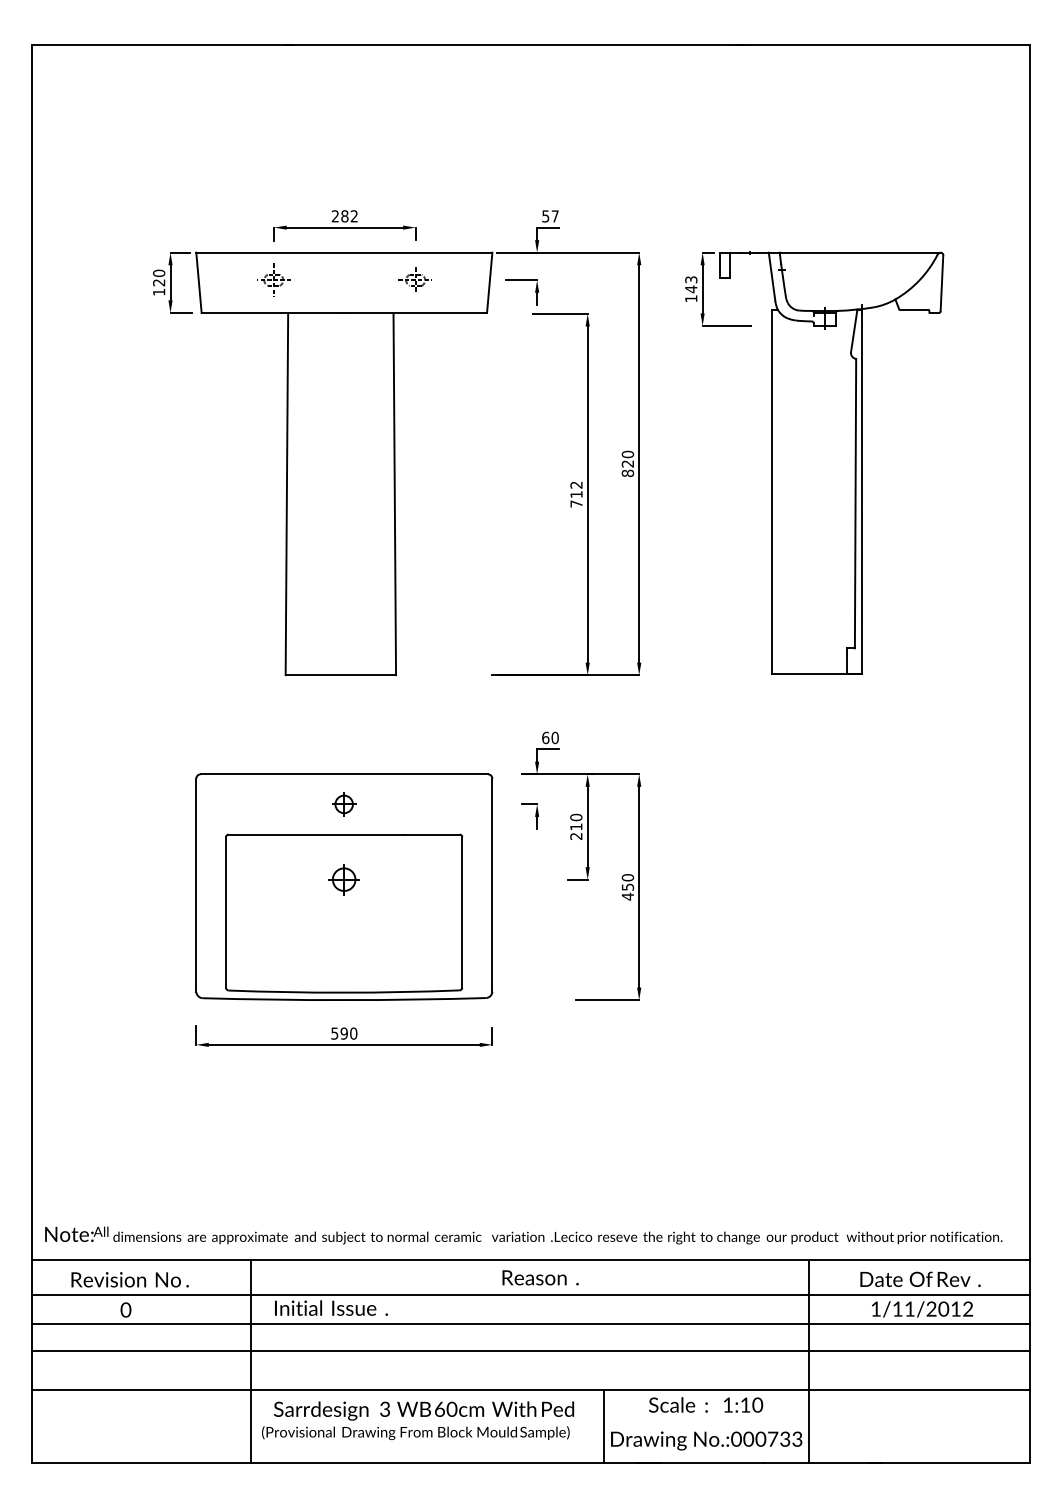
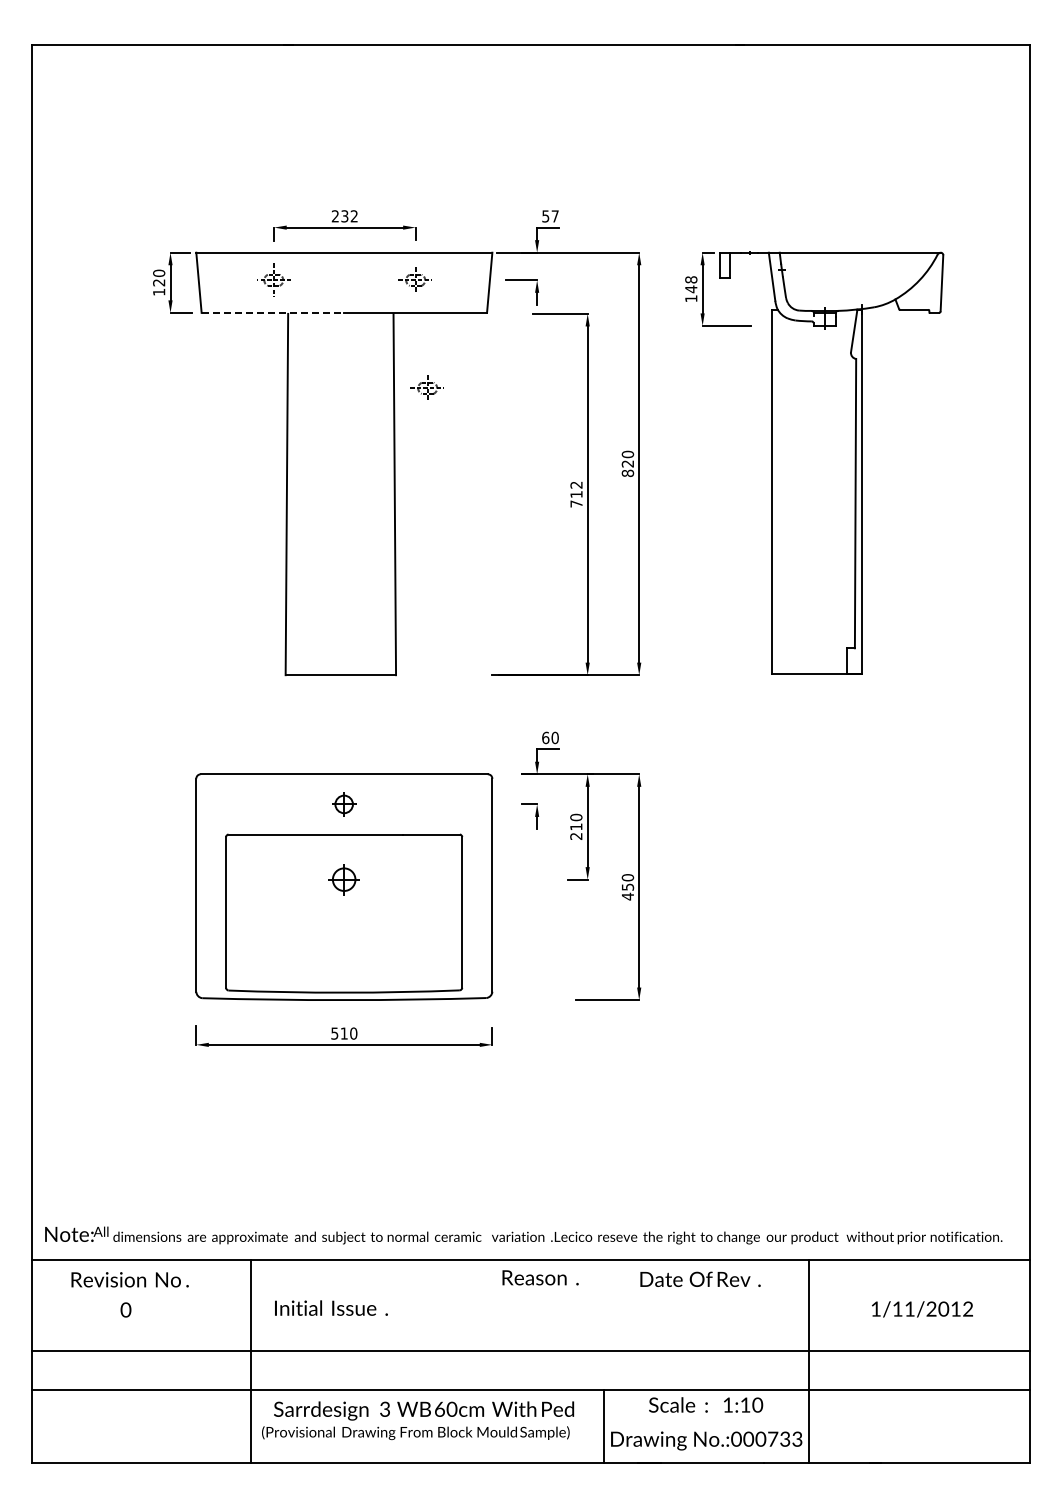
text at (344, 216): 282 -> 232
text at (691, 279): 143 -> 148
line at (273, 312): solid -> dashed
part at (426, 387): none -> present
text at (343, 1033): 590 -> 510
text at (920, 1278) position: (920, 1278) -> (700, 1278)
line at (530, 1294): present -> none
line at (530, 1324): present -> none
